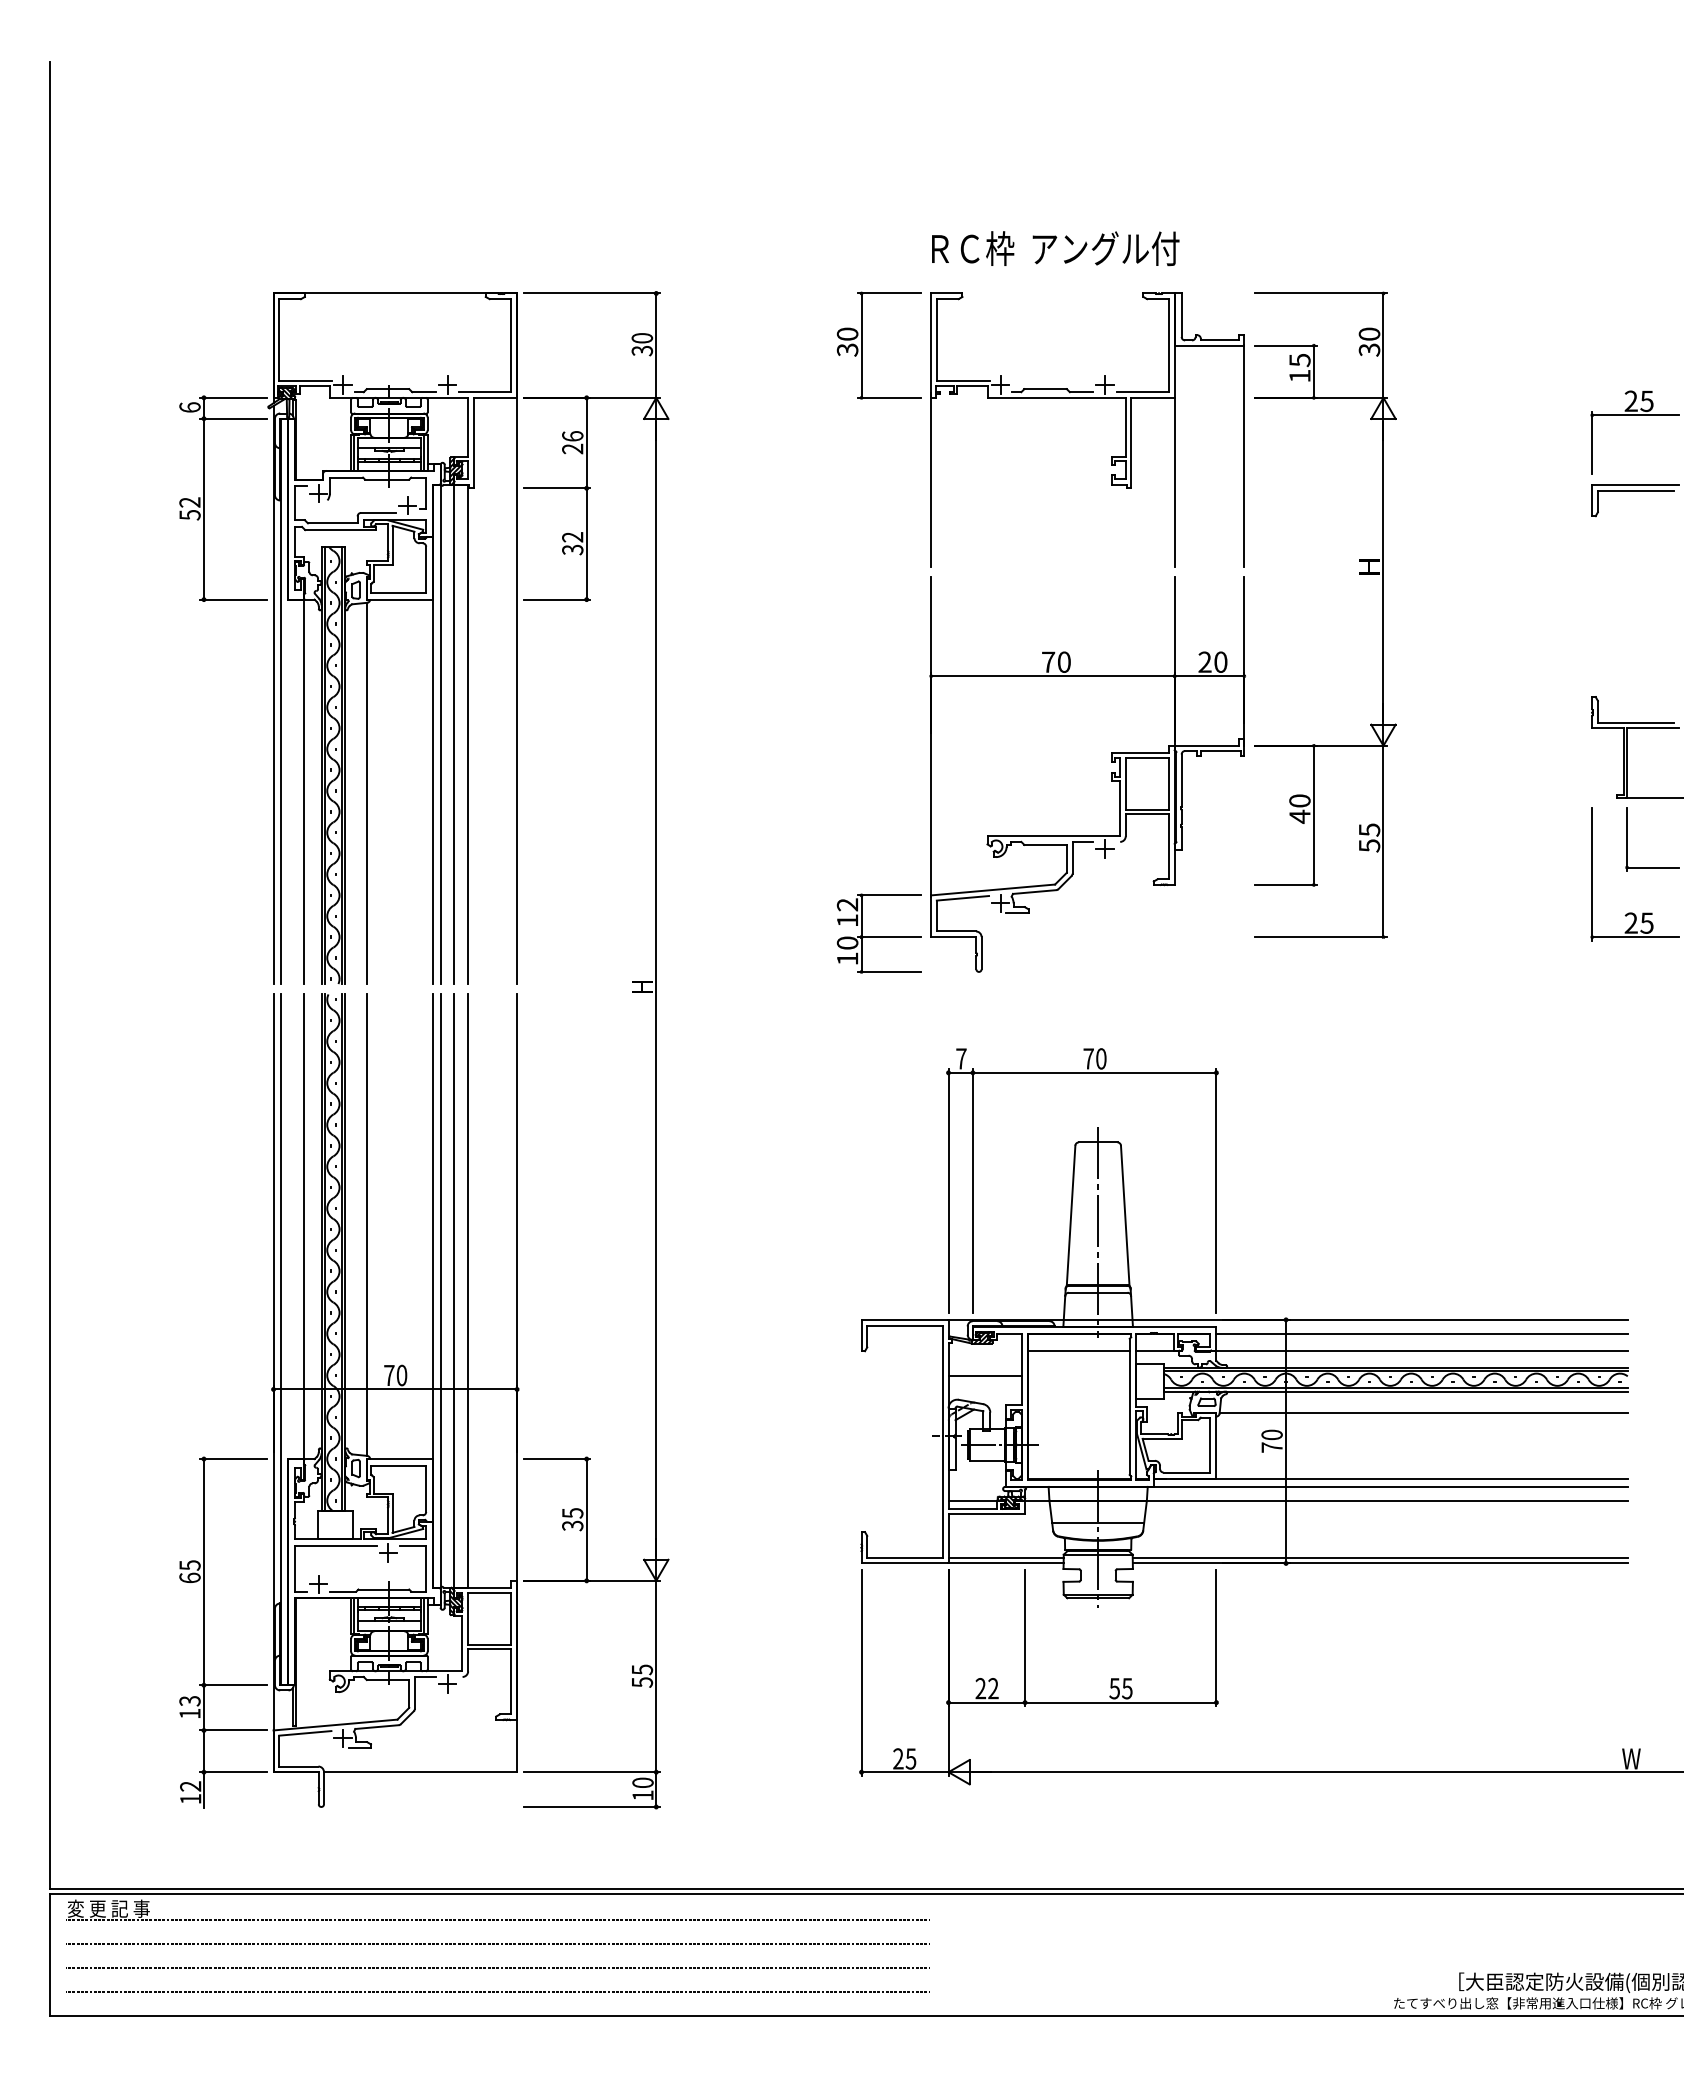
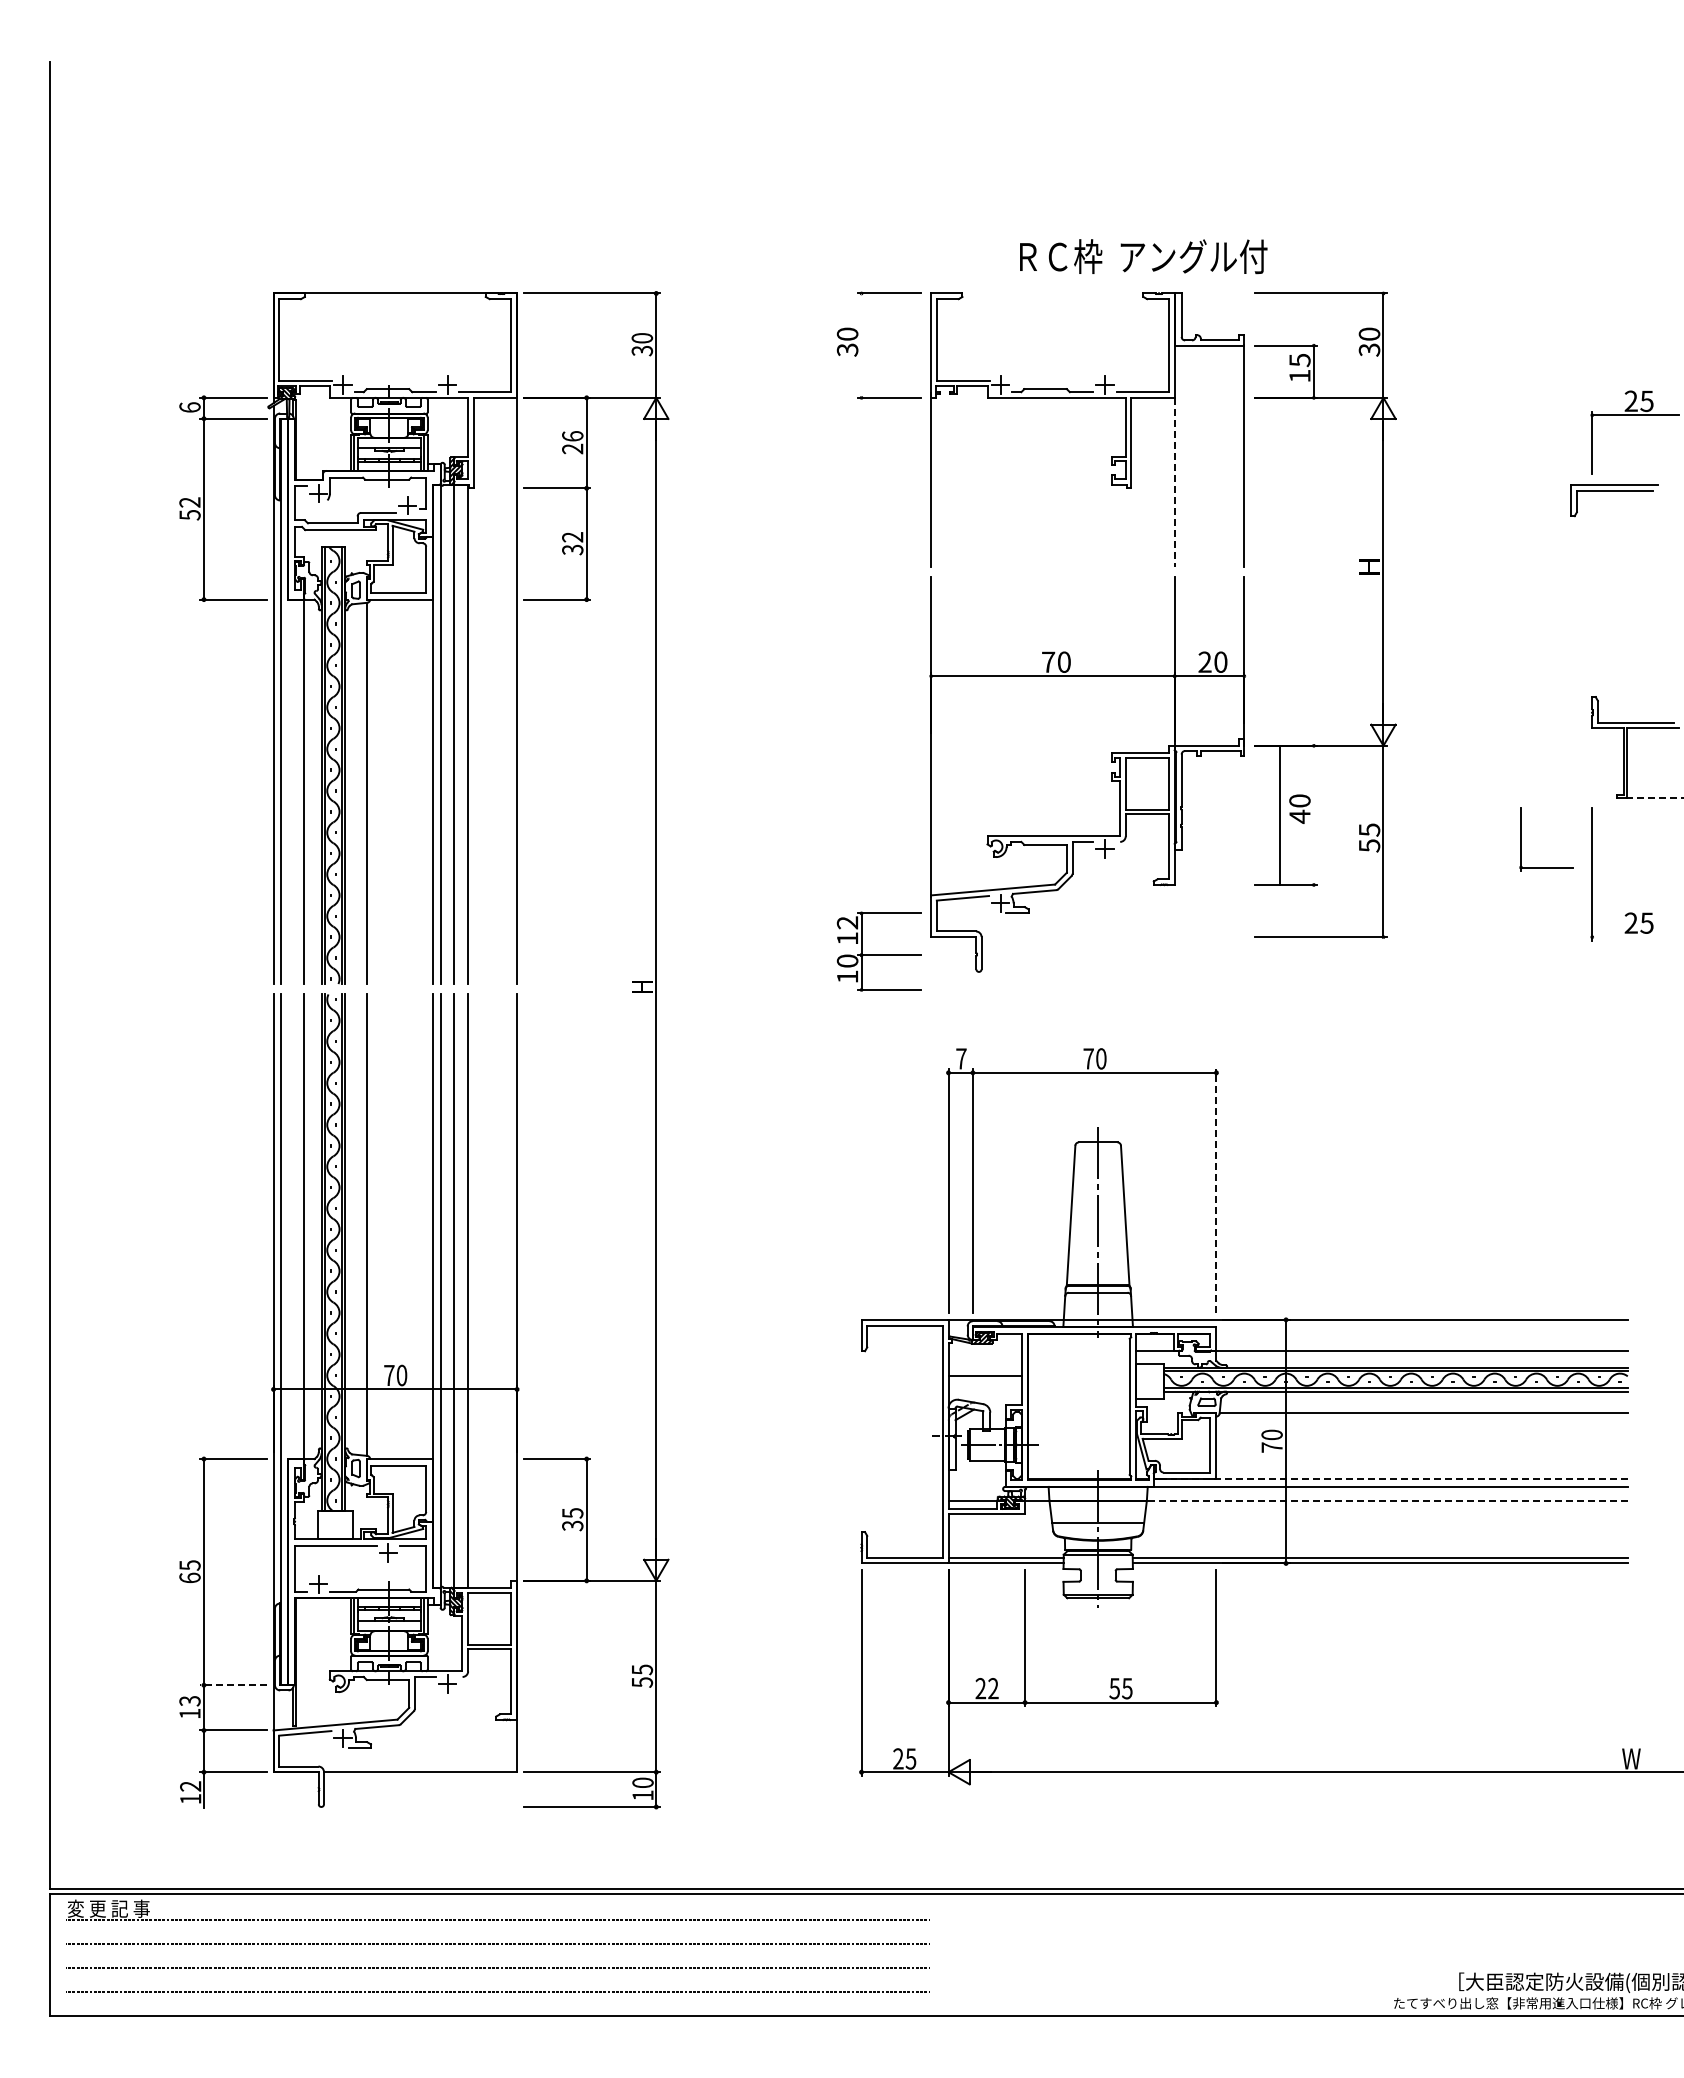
text at (1055, 248) position: (1055, 248) -> (1143, 256)
line at (861, 345): present -> none
line at (1174, 482): solid -> dashed
part at (1635, 491) position: (1635, 491) -> (1614, 491)
line at (1654, 797): solid -> dashed
line at (1313, 814) position: (1313, 814) -> (1279, 814)
part at (1627, 839) position: (1627, 839) -> (1521, 839)
part at (878, 933) position: (878, 933) -> (878, 951)
line at (1635, 937): present -> none
line at (1216, 1191): solid -> dashed
line at (1421, 1334): present -> none
line at (1078, 1350): present -> none
line at (1398, 1479): solid -> dashed
line at (1385, 1500): solid -> dashed
line at (233, 1685): solid -> dashed
